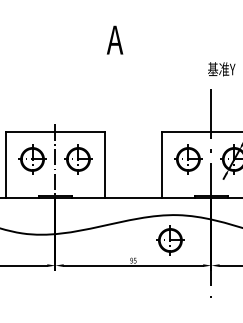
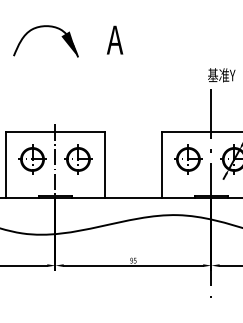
part at (45, 27): none -> present
text at (221, 69) position: (221, 69) -> (221, 75)
part at (170, 240): present -> none
